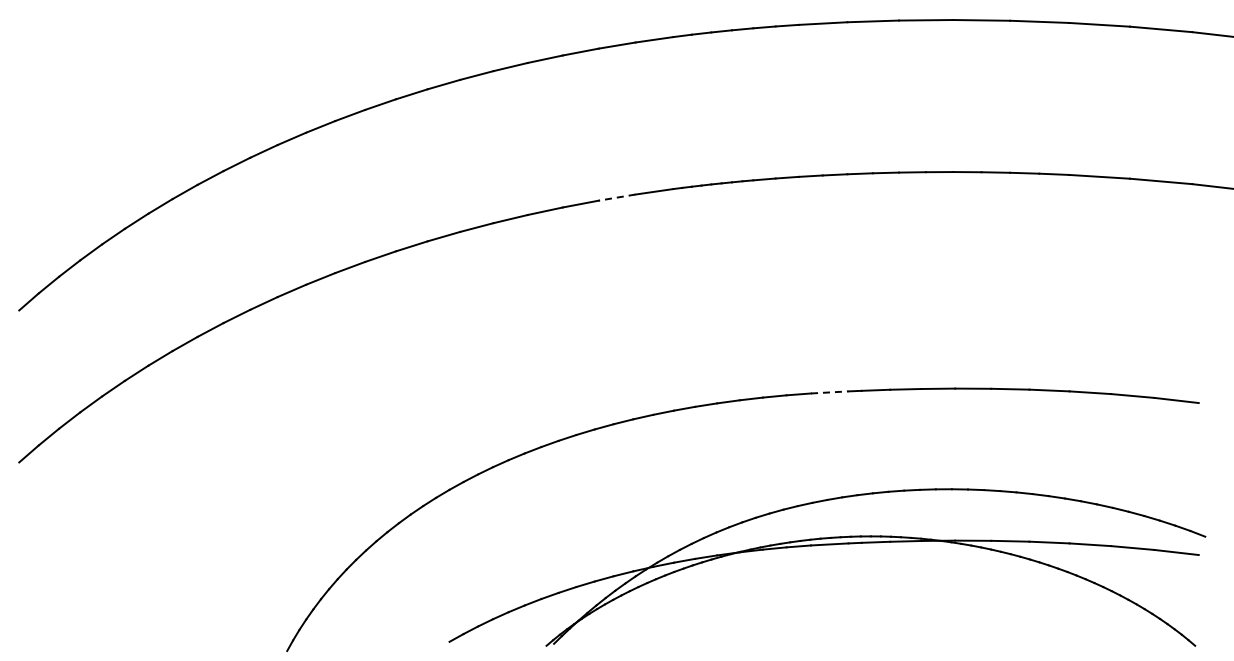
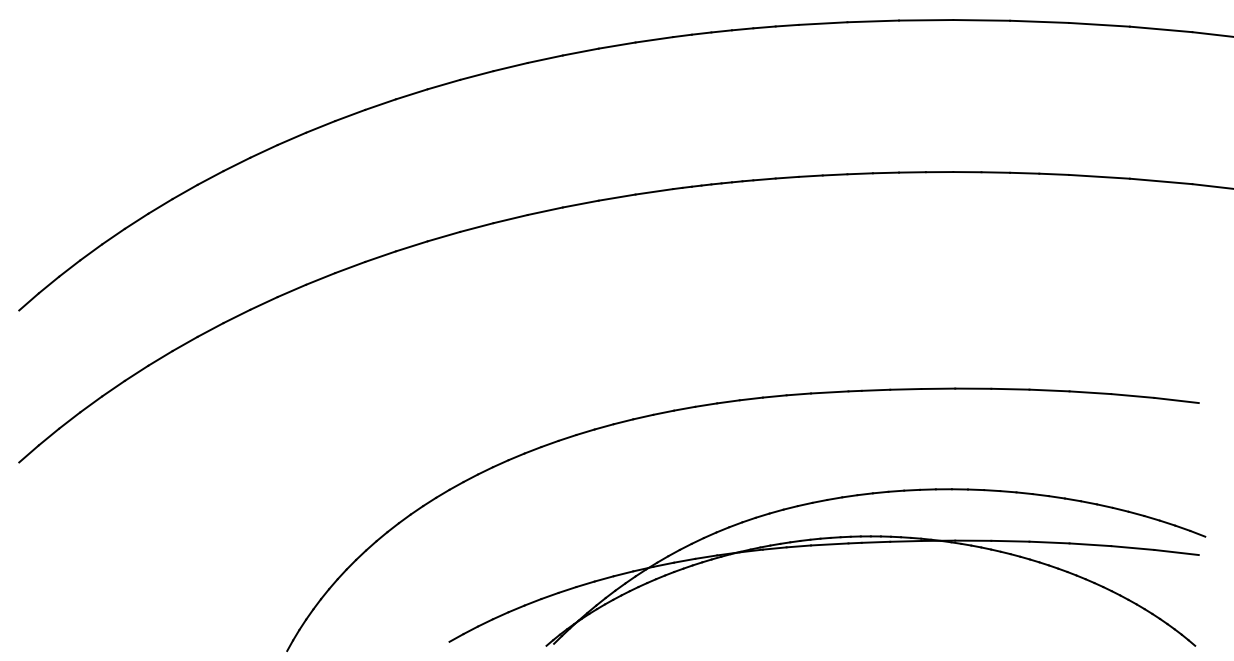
line at (617, 197): dashed -> solid
line at (829, 392): dashed -> solid
